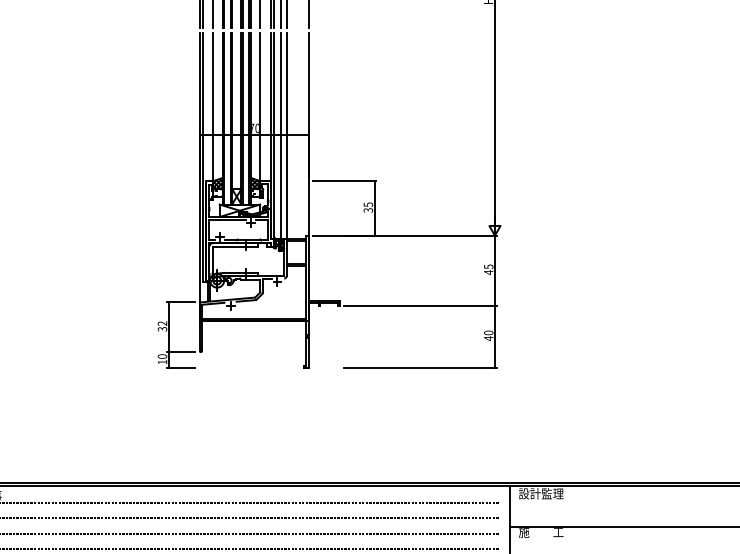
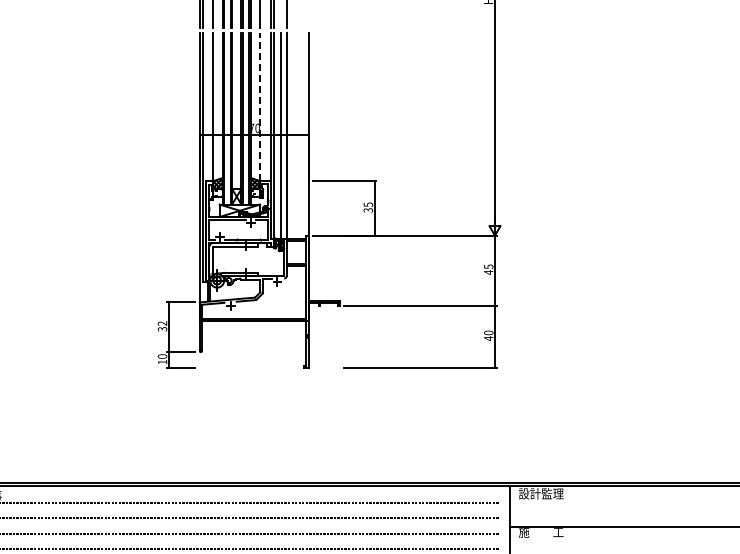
line at (280, 15): present -> none
line at (308, 15): present -> none
line at (260, 106): solid -> dashed
